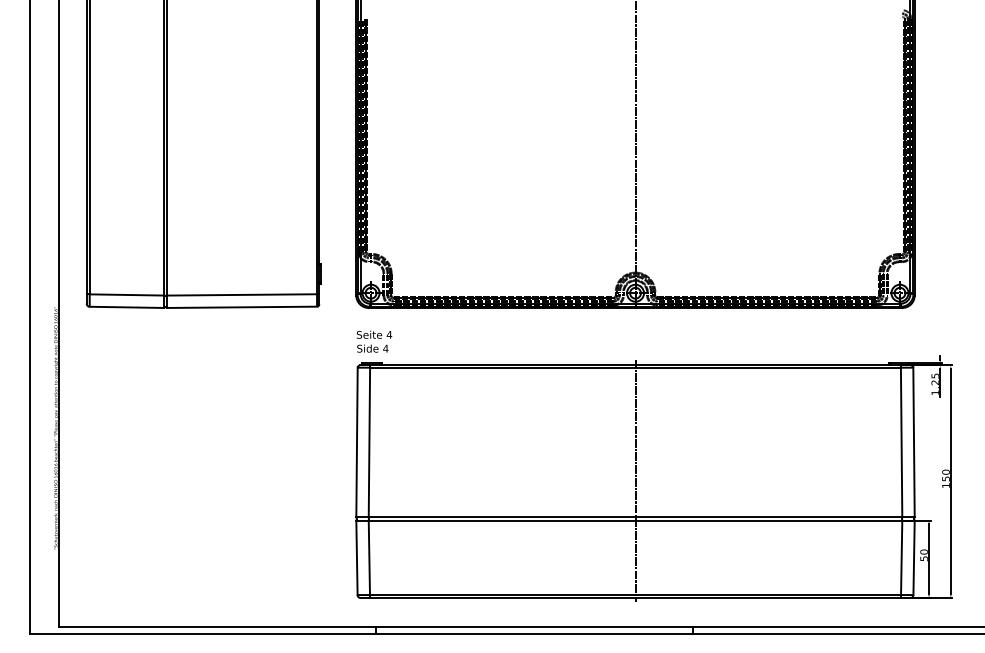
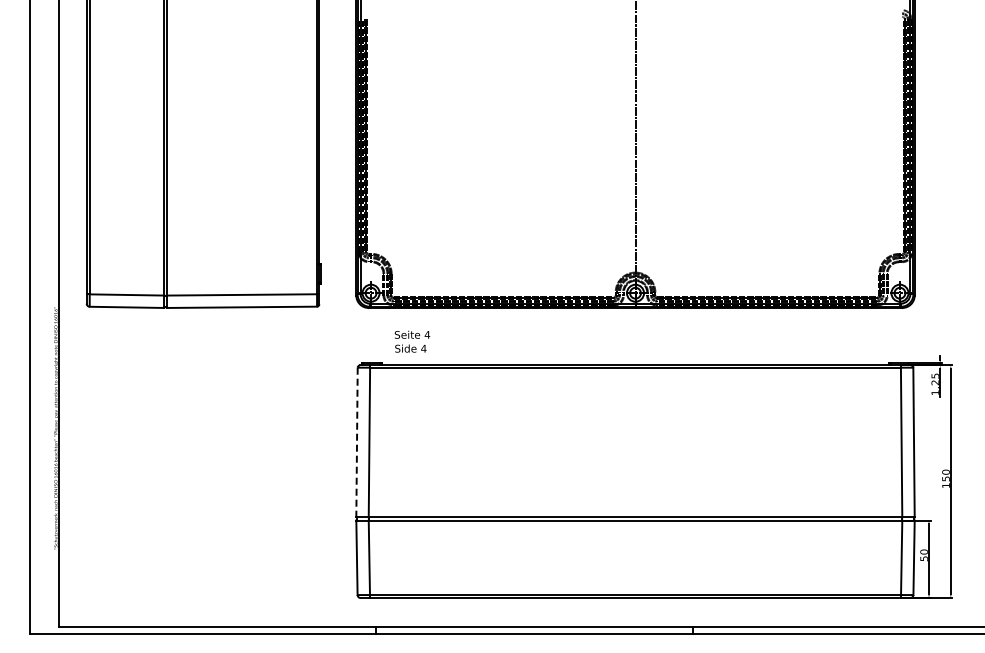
text at (374, 341) position: (374, 341) -> (412, 341)
line at (357, 442): solid -> dashed
line at (635, 480): present -> none
